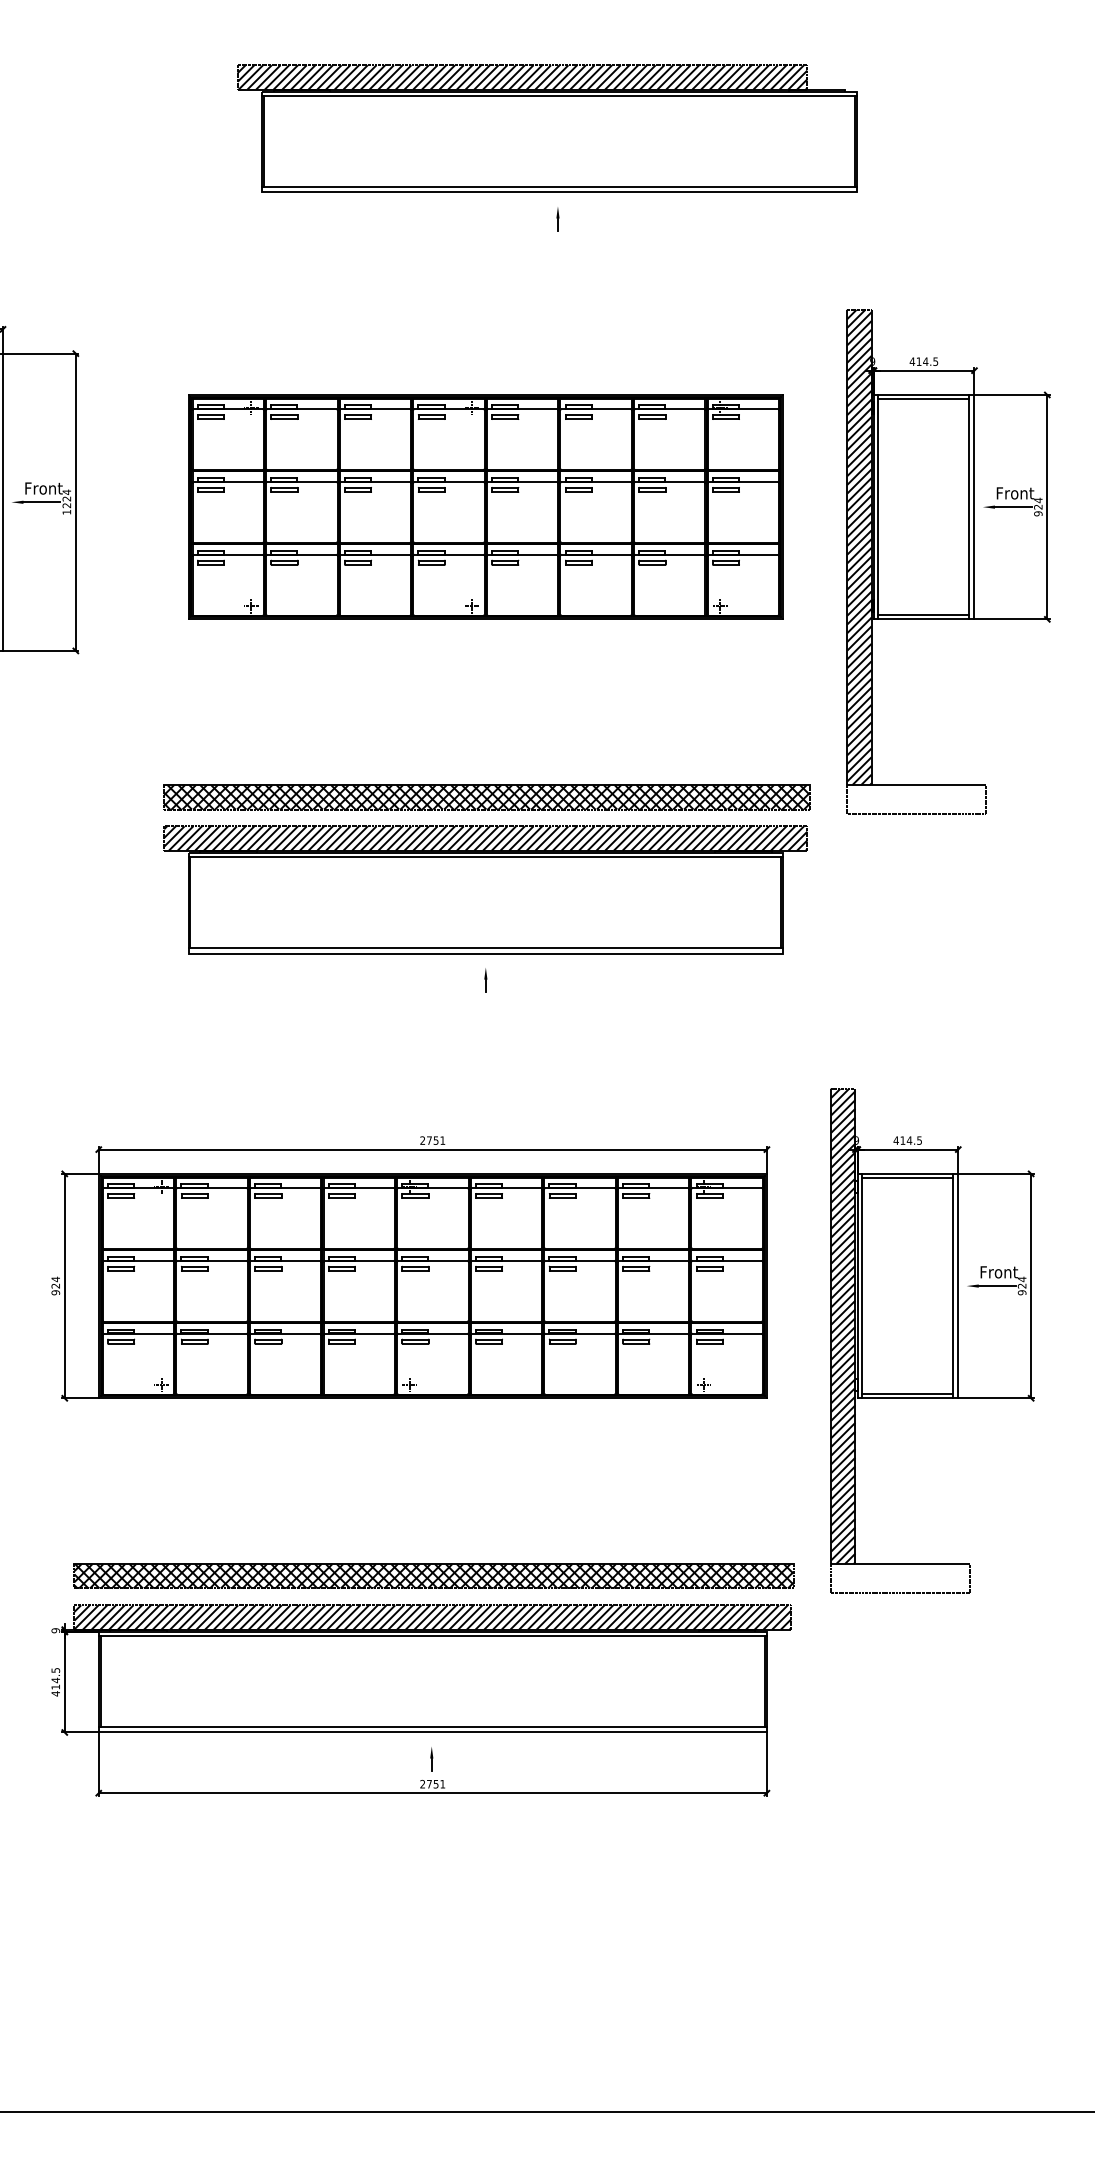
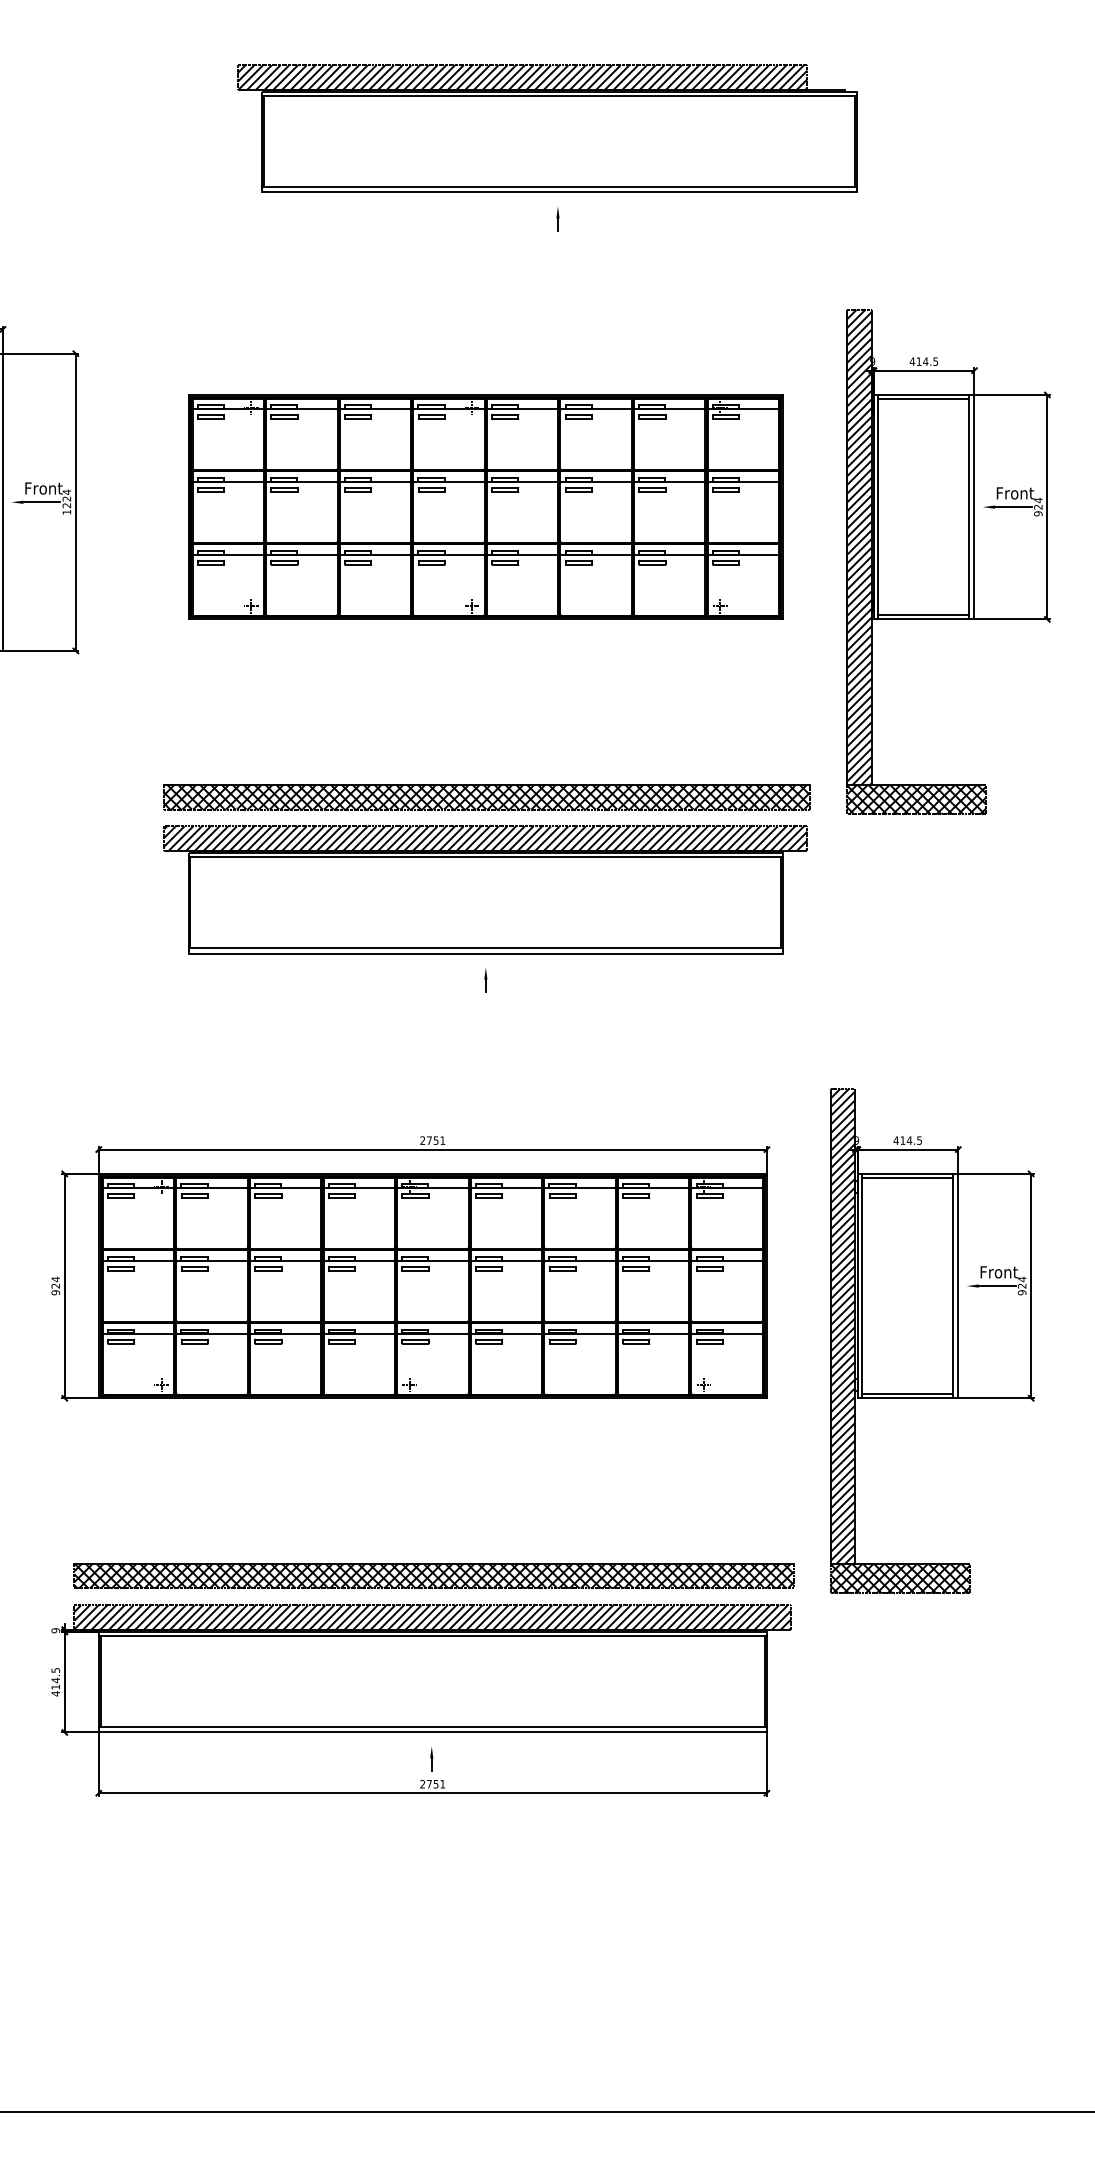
hatch at (916, 799): none -> present
hatch at (900, 1578): none -> present
